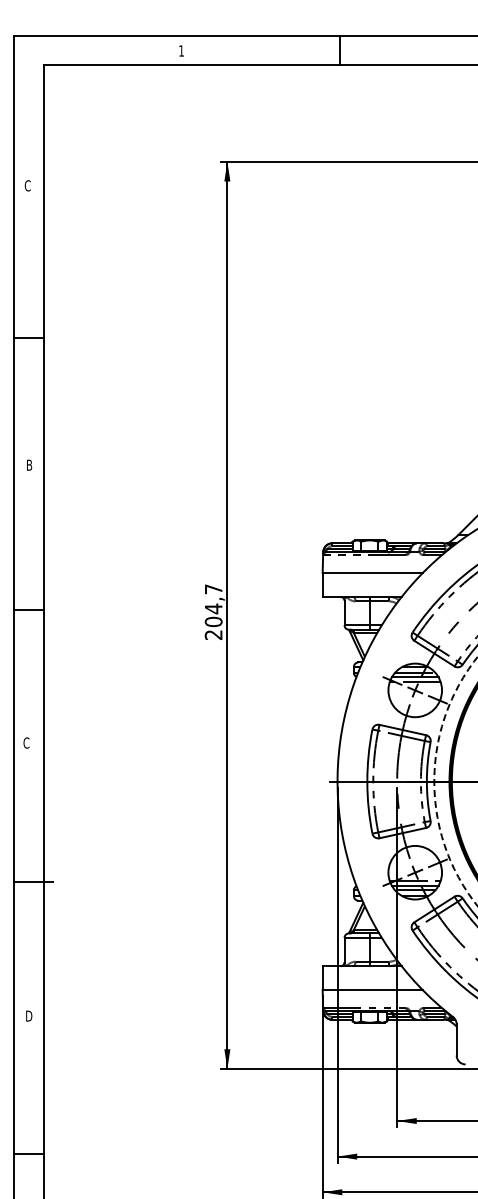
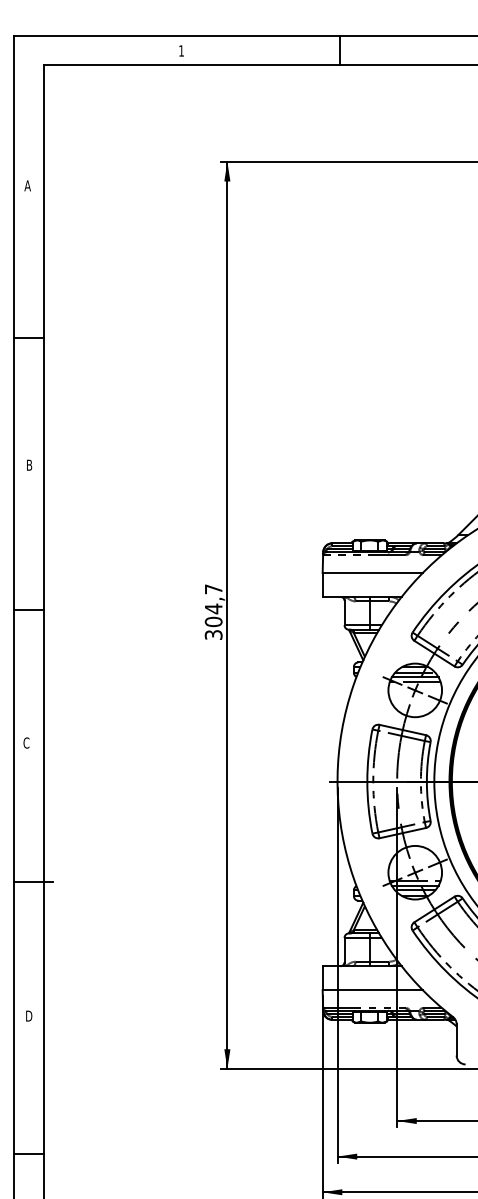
text at (27, 185): C -> A
text at (213, 634): 204,7 -> 304,7
circle at (455, 781): dashed -> solid
